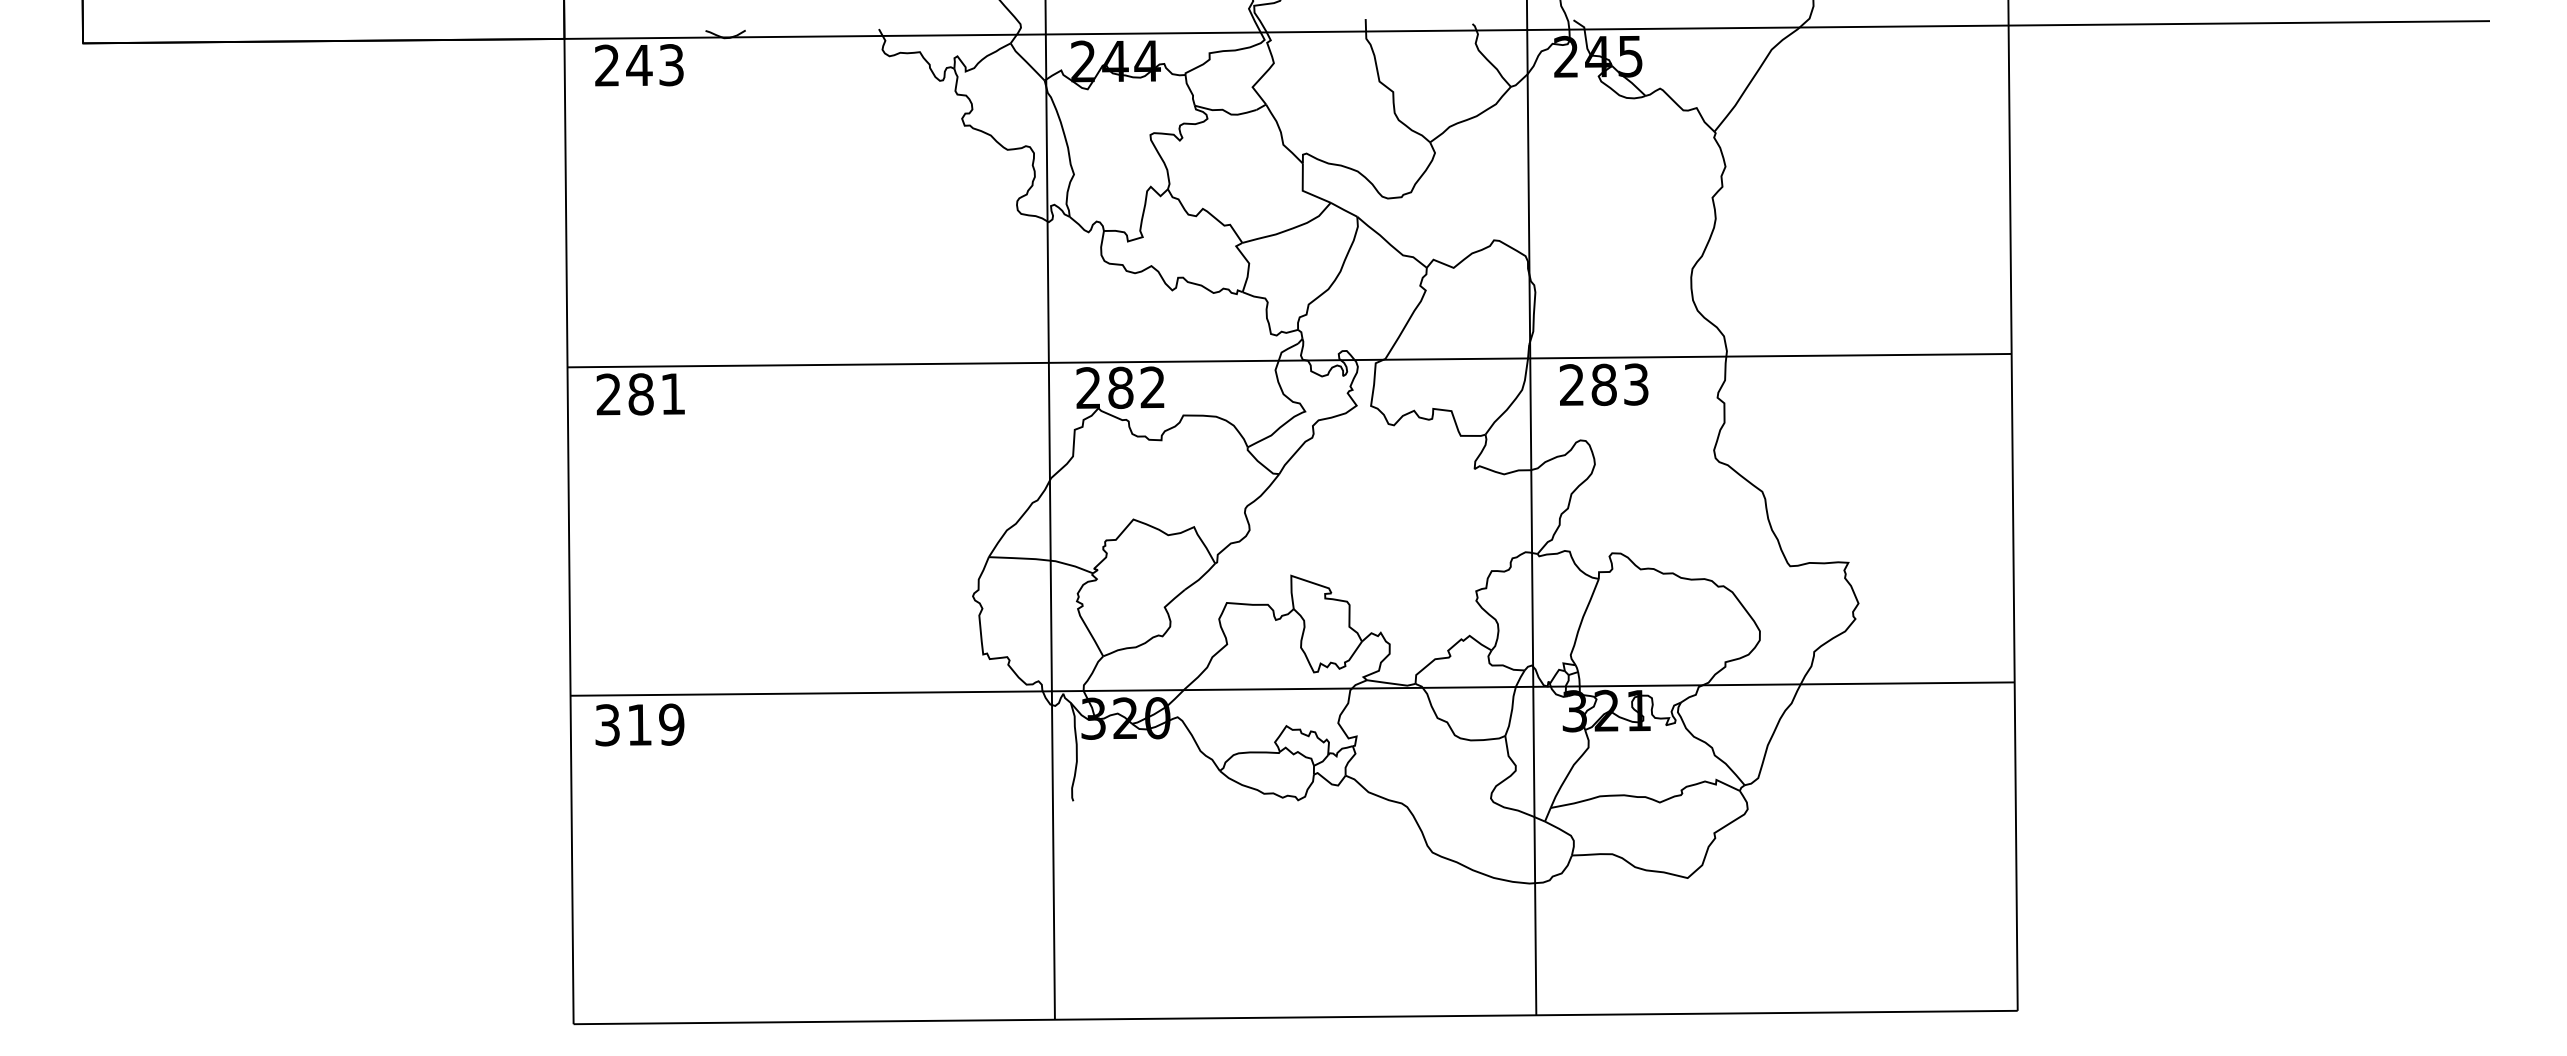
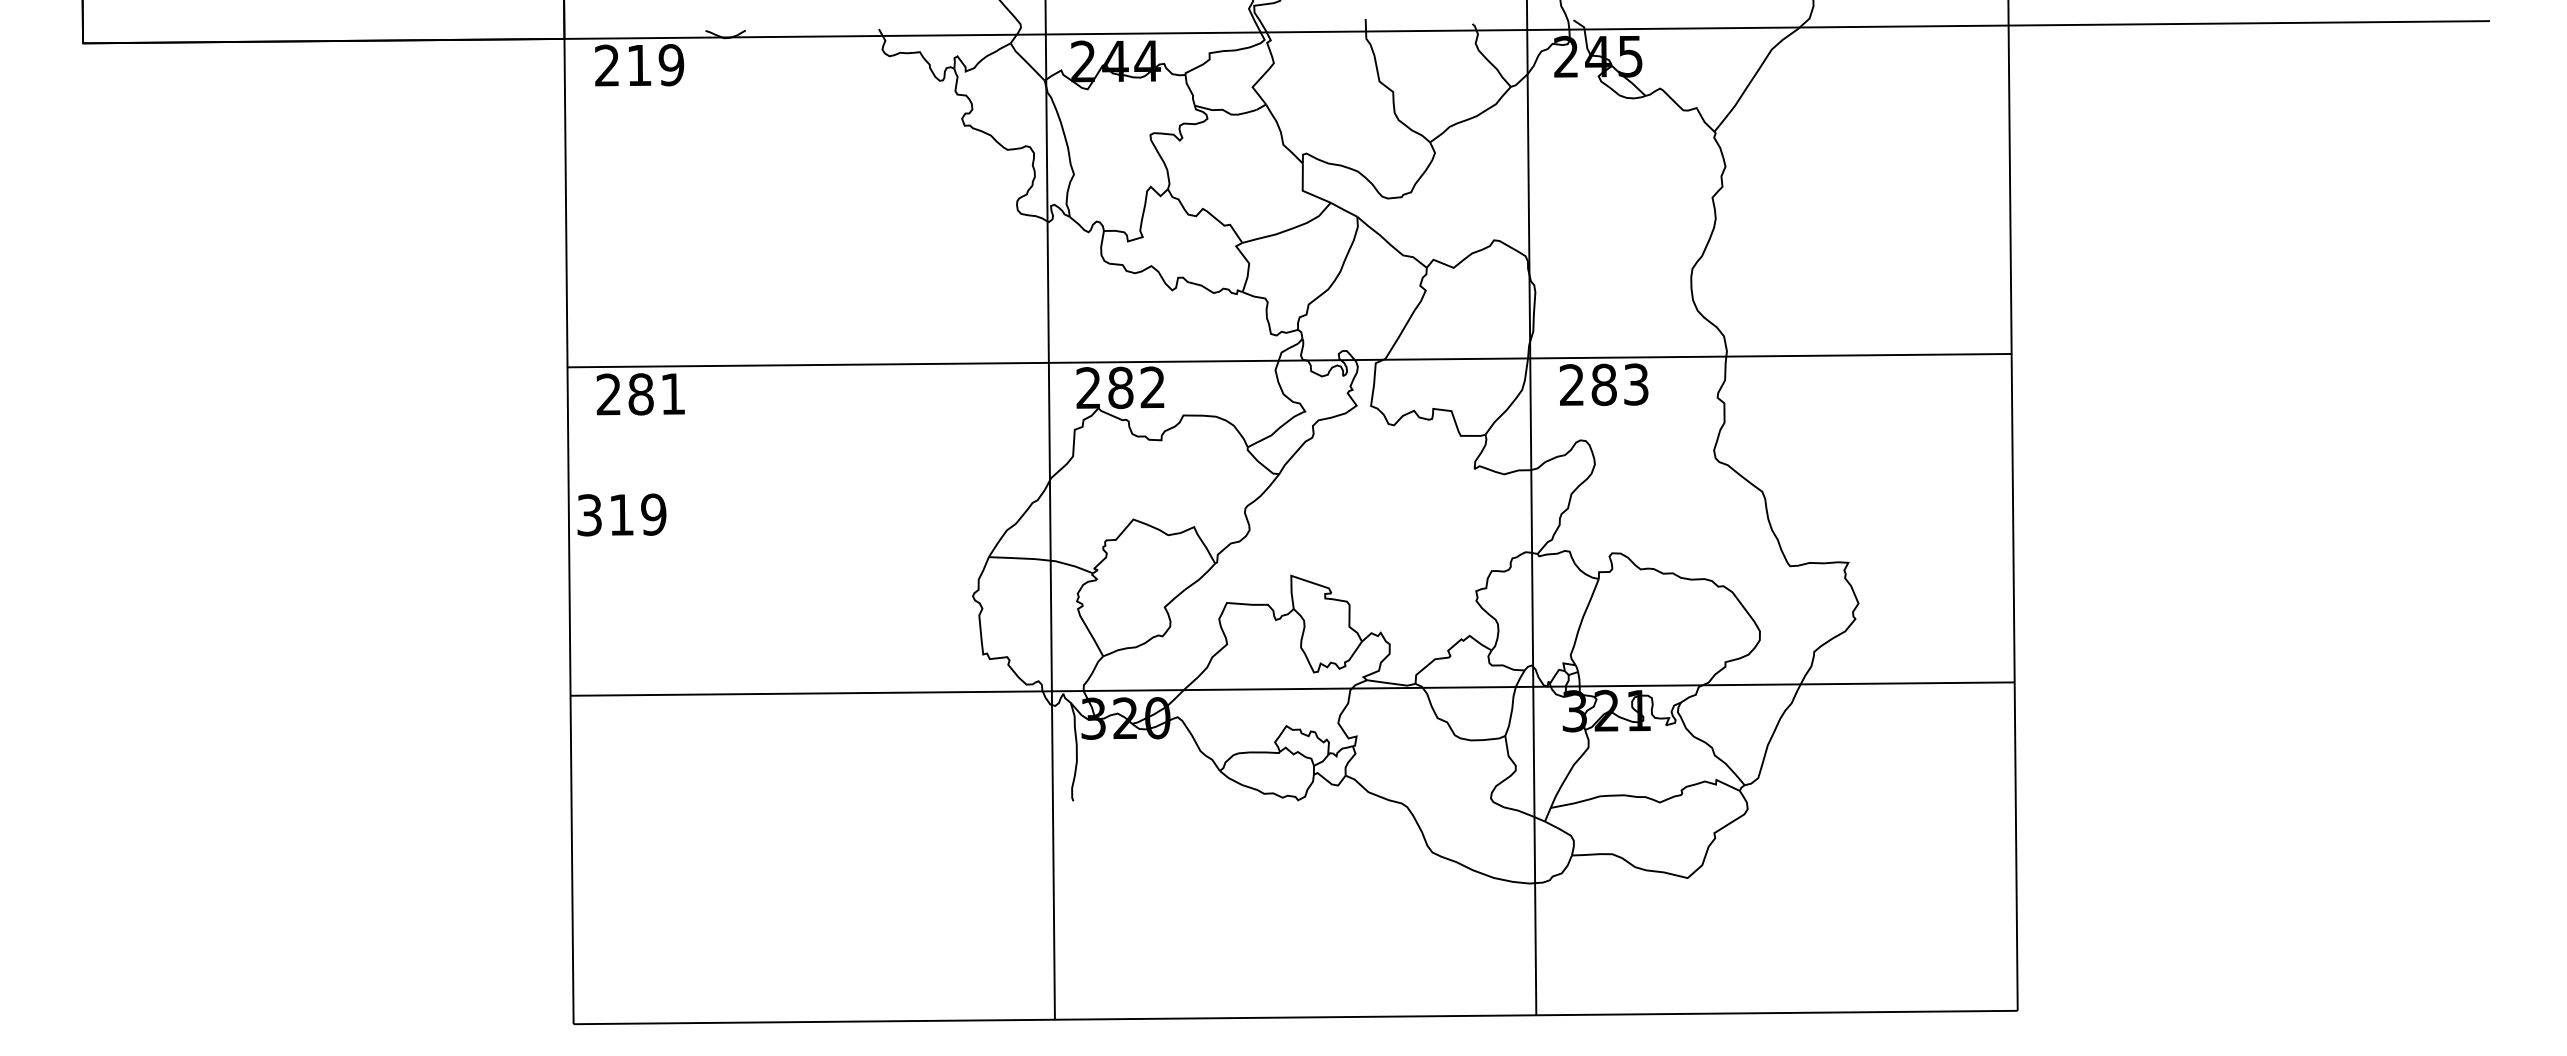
text at (655, 65): 243 -> 219
text at (639, 724) position: (639, 724) -> (621, 514)
